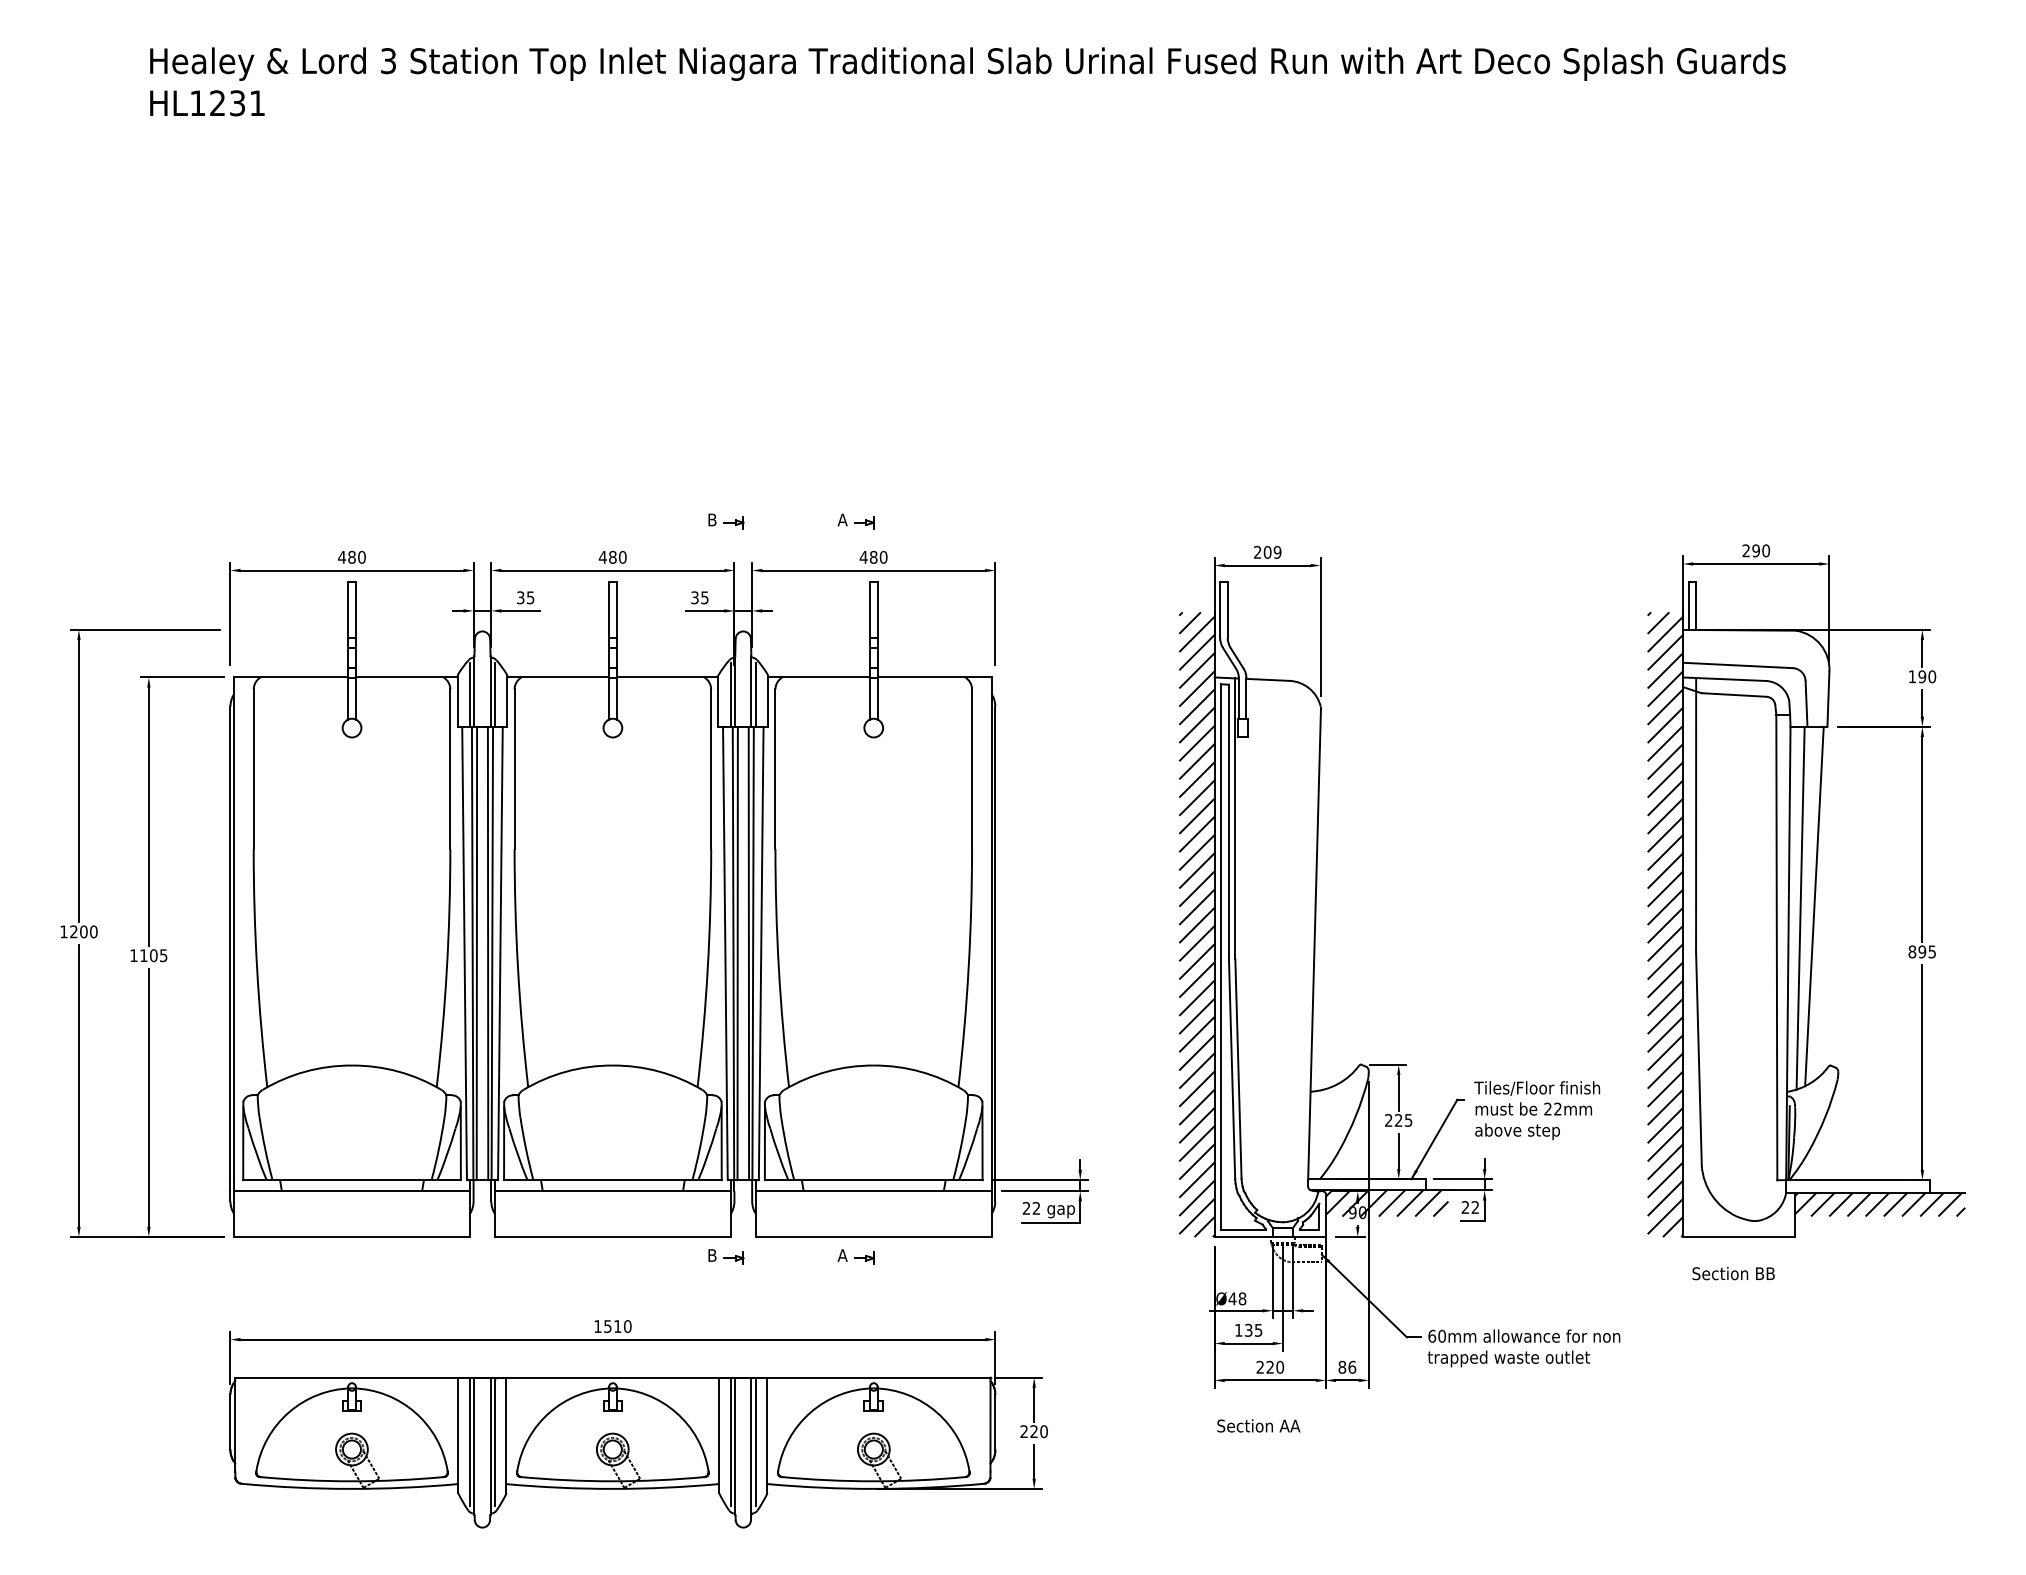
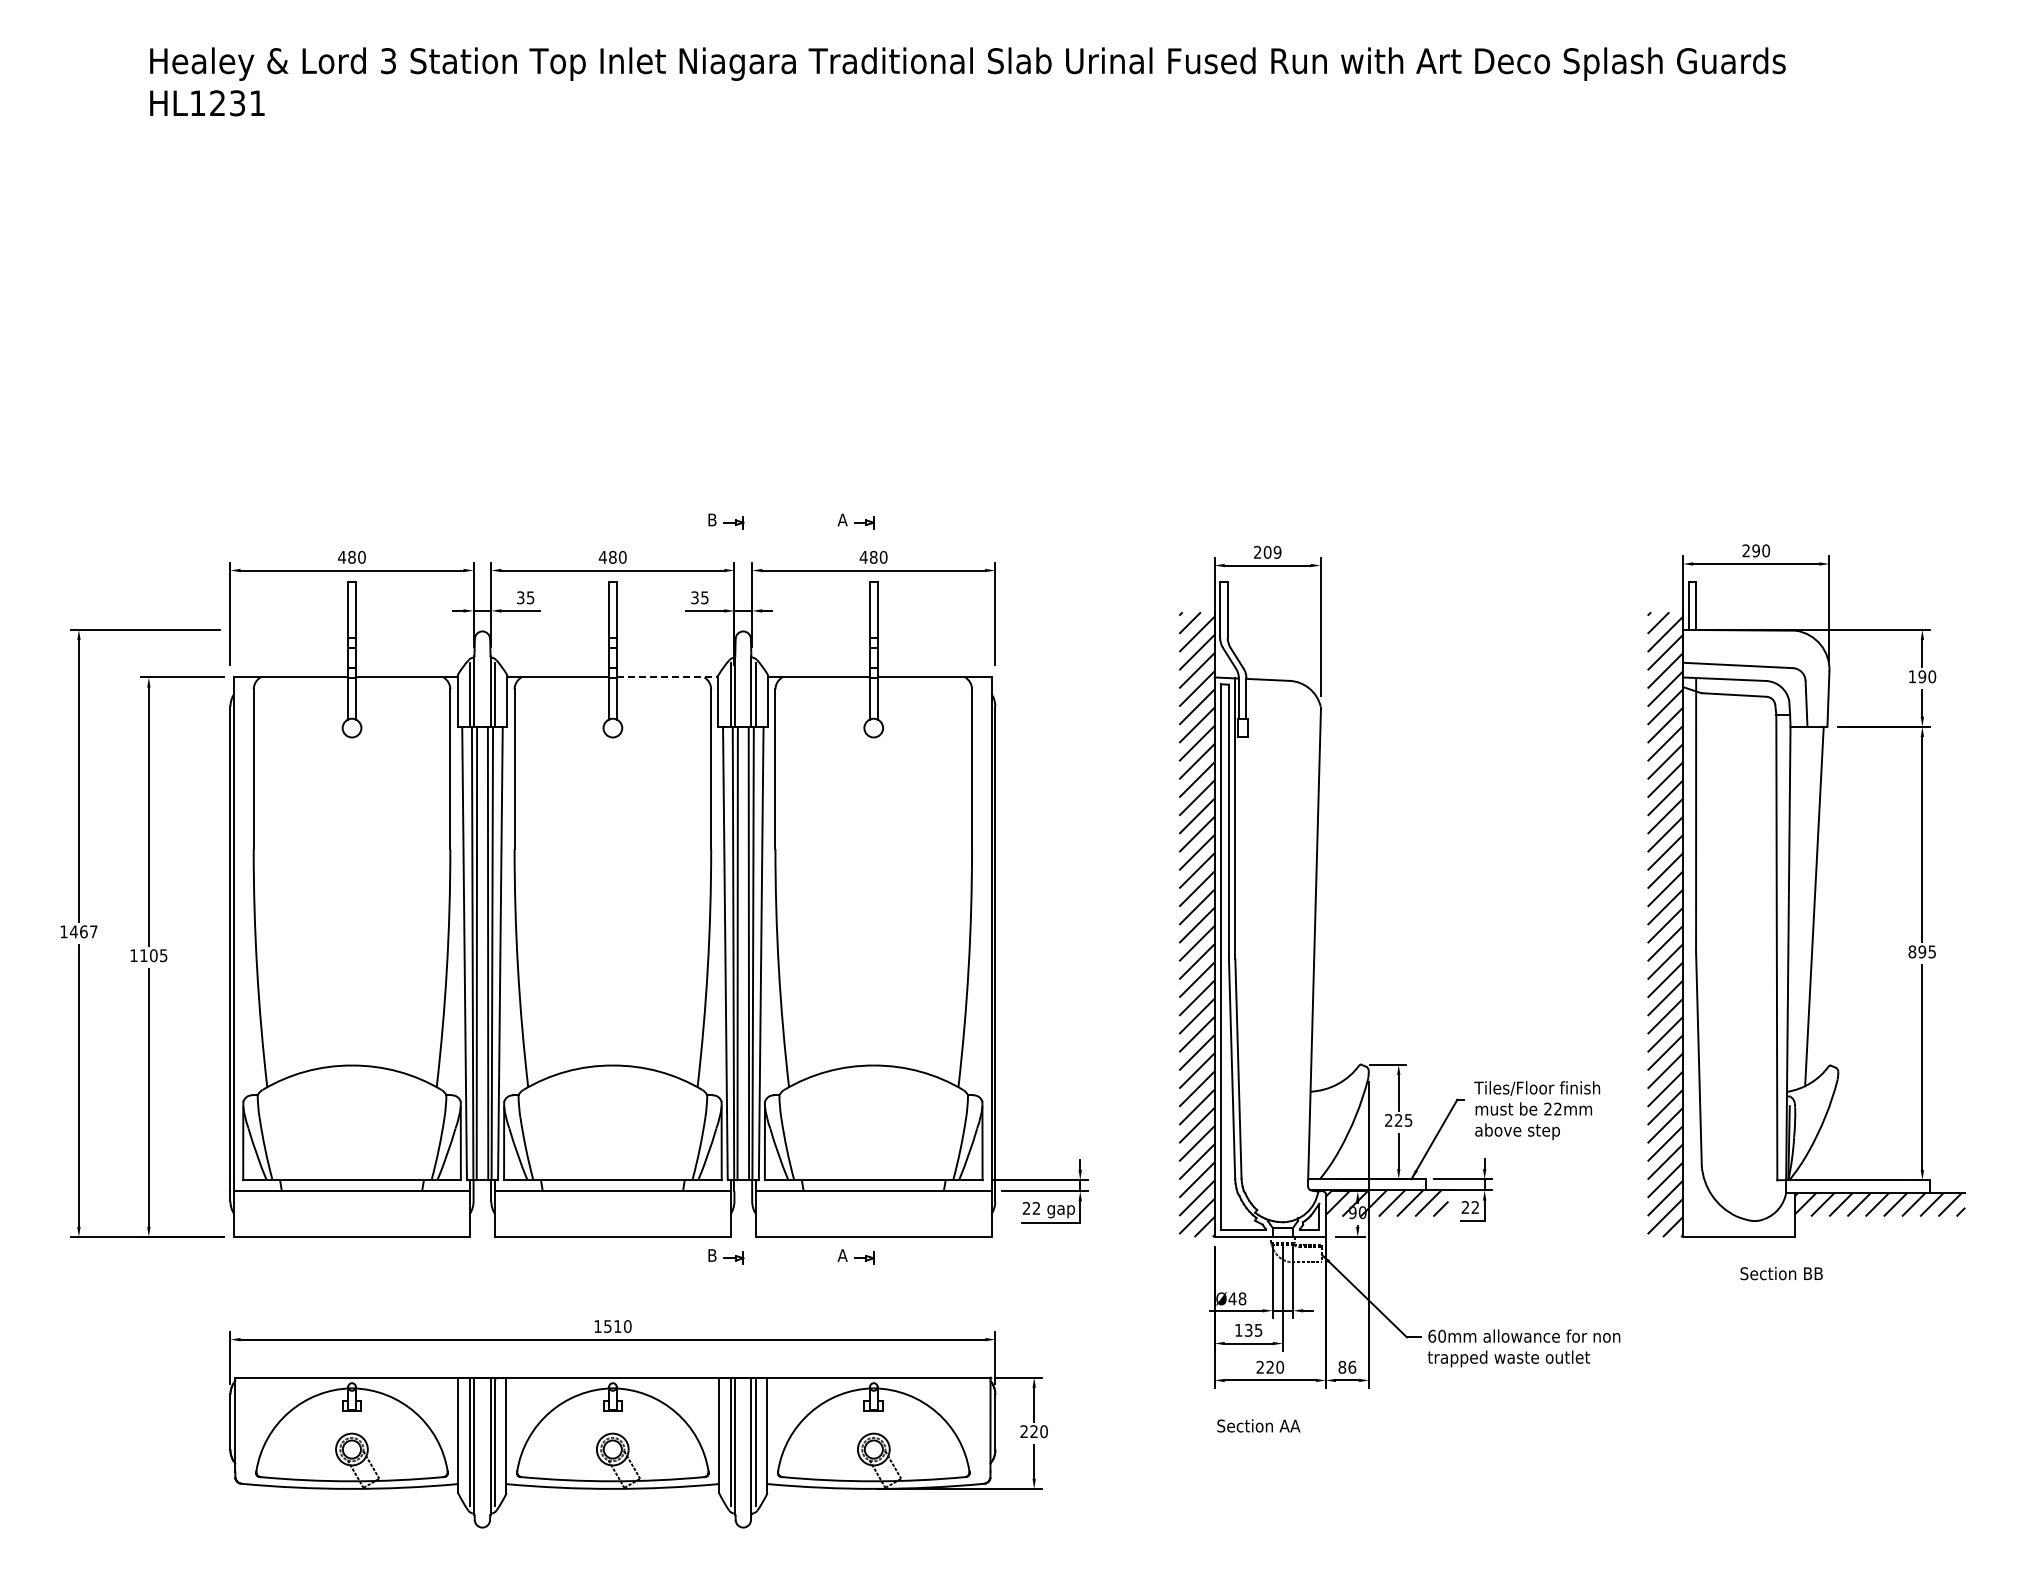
line at (667, 677): solid -> dashed
line at (1800, 907): present -> none
text at (83, 931): 1200 -> 1467
text at (1733, 1273) position: (1733, 1273) -> (1781, 1273)
